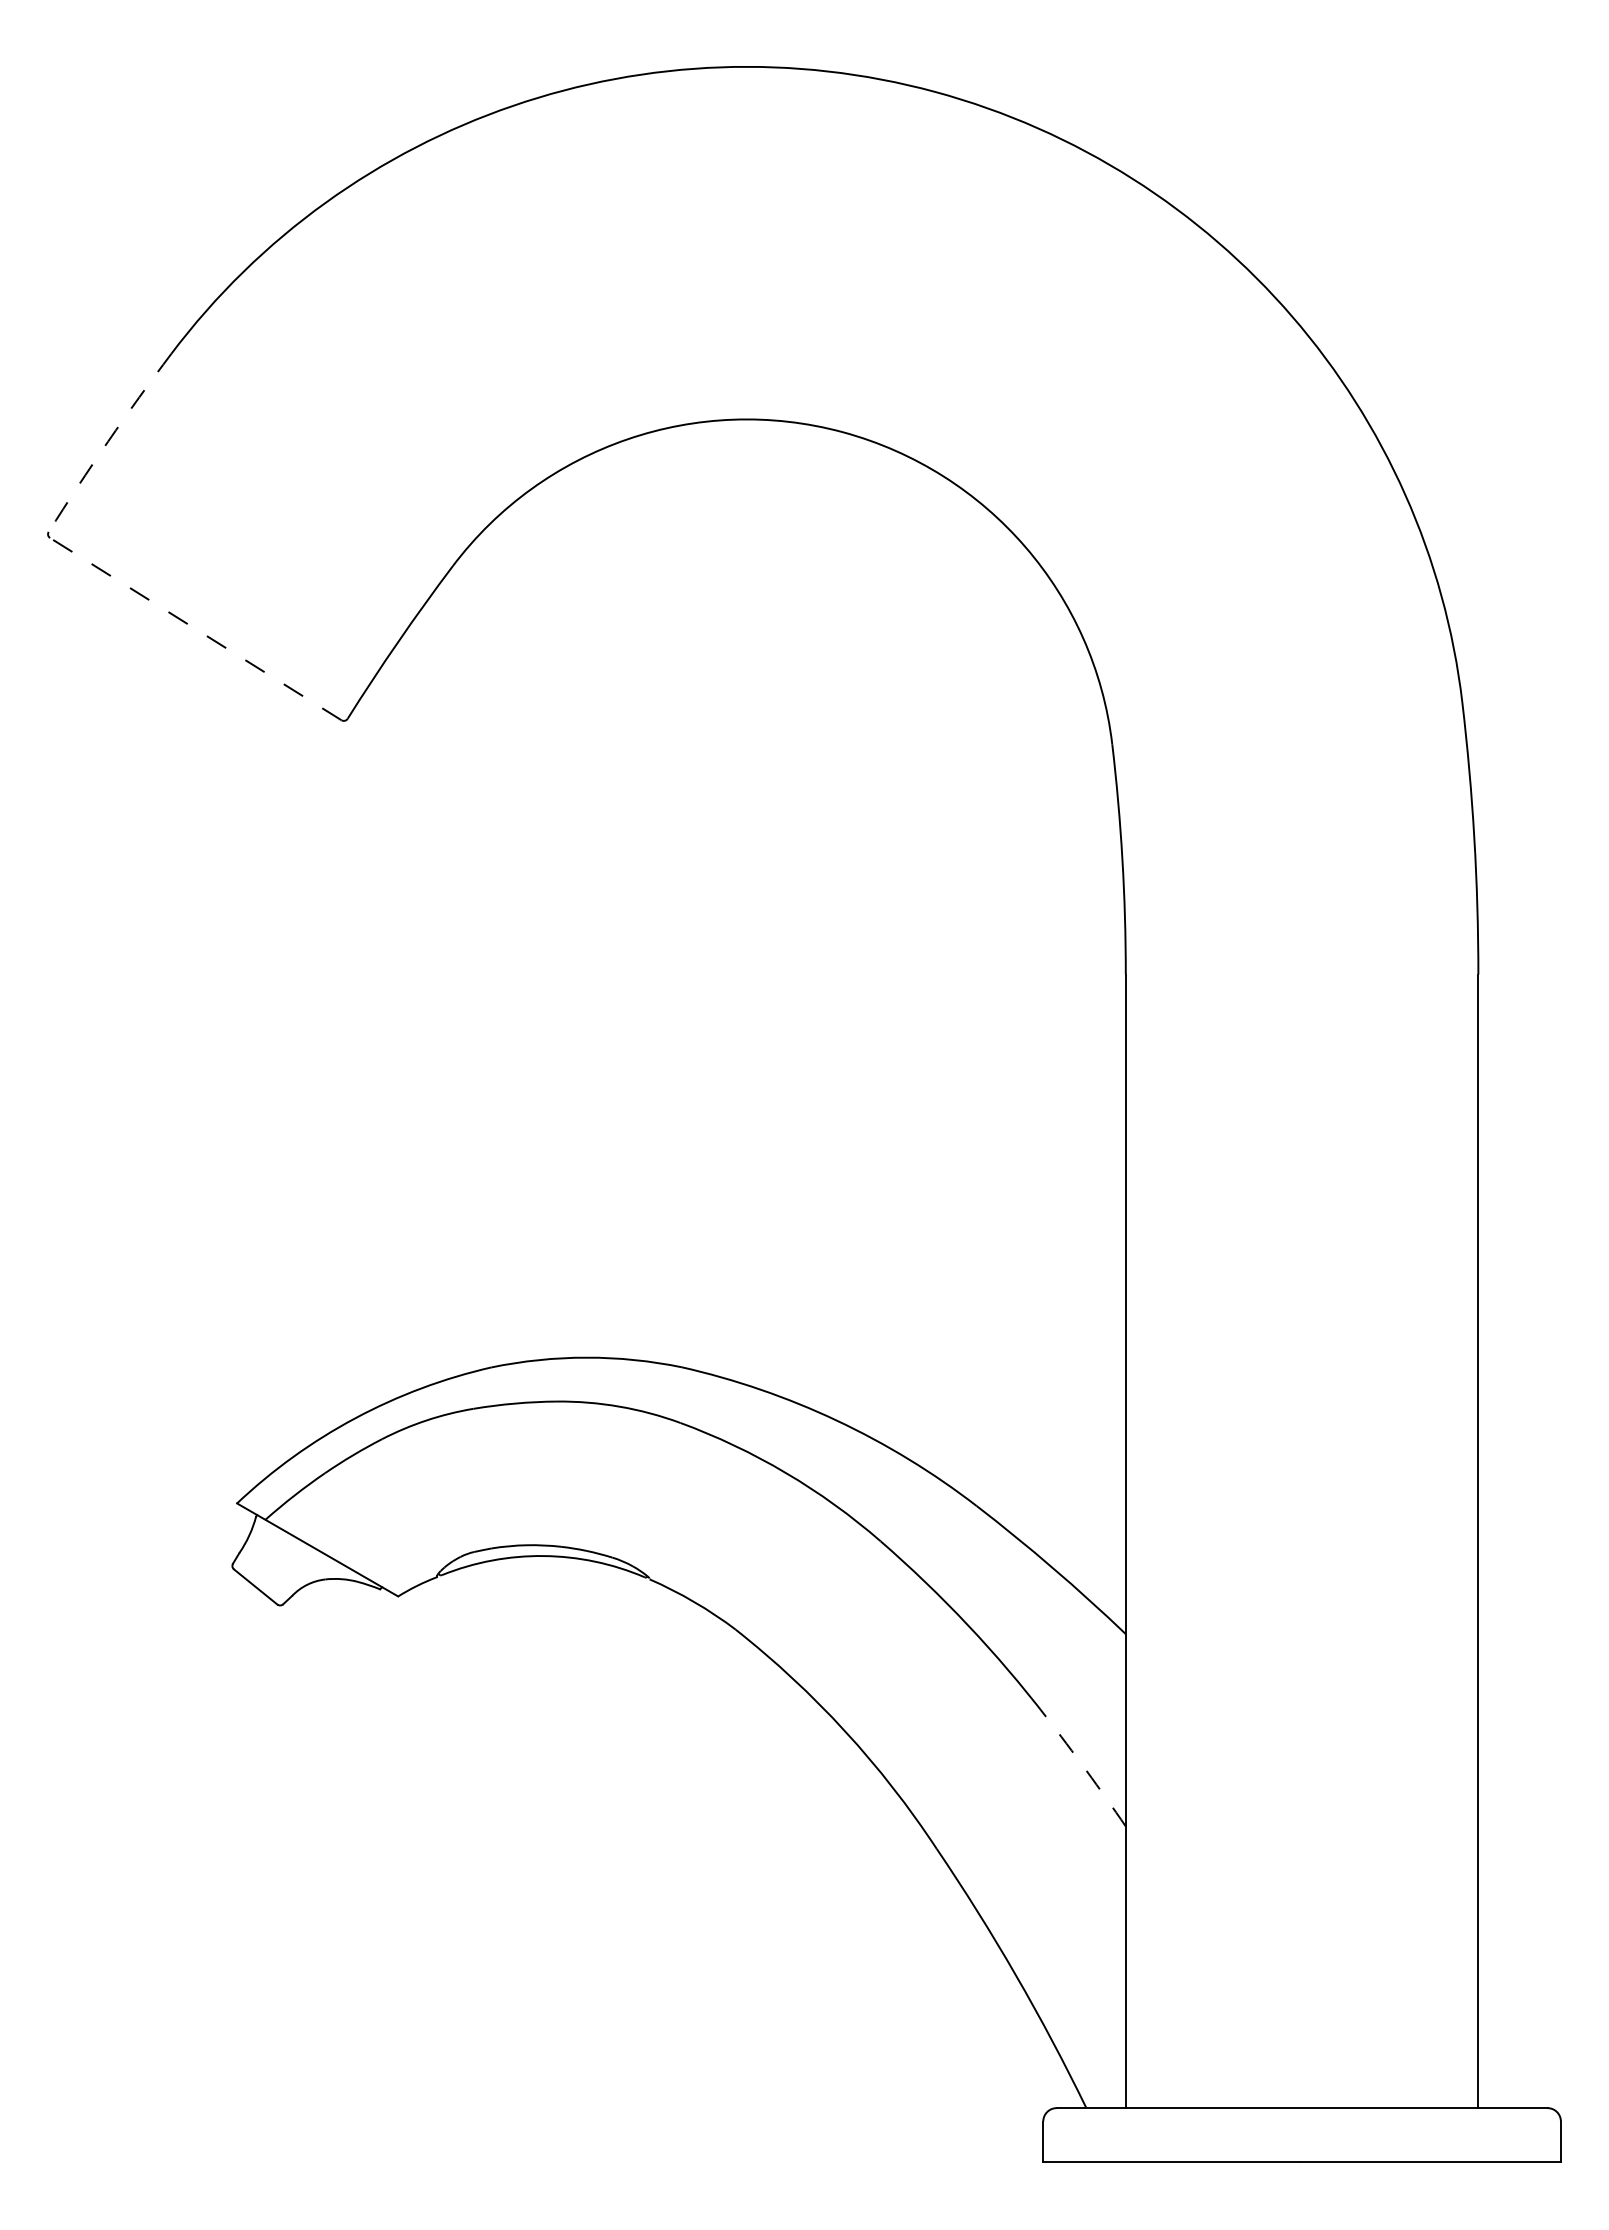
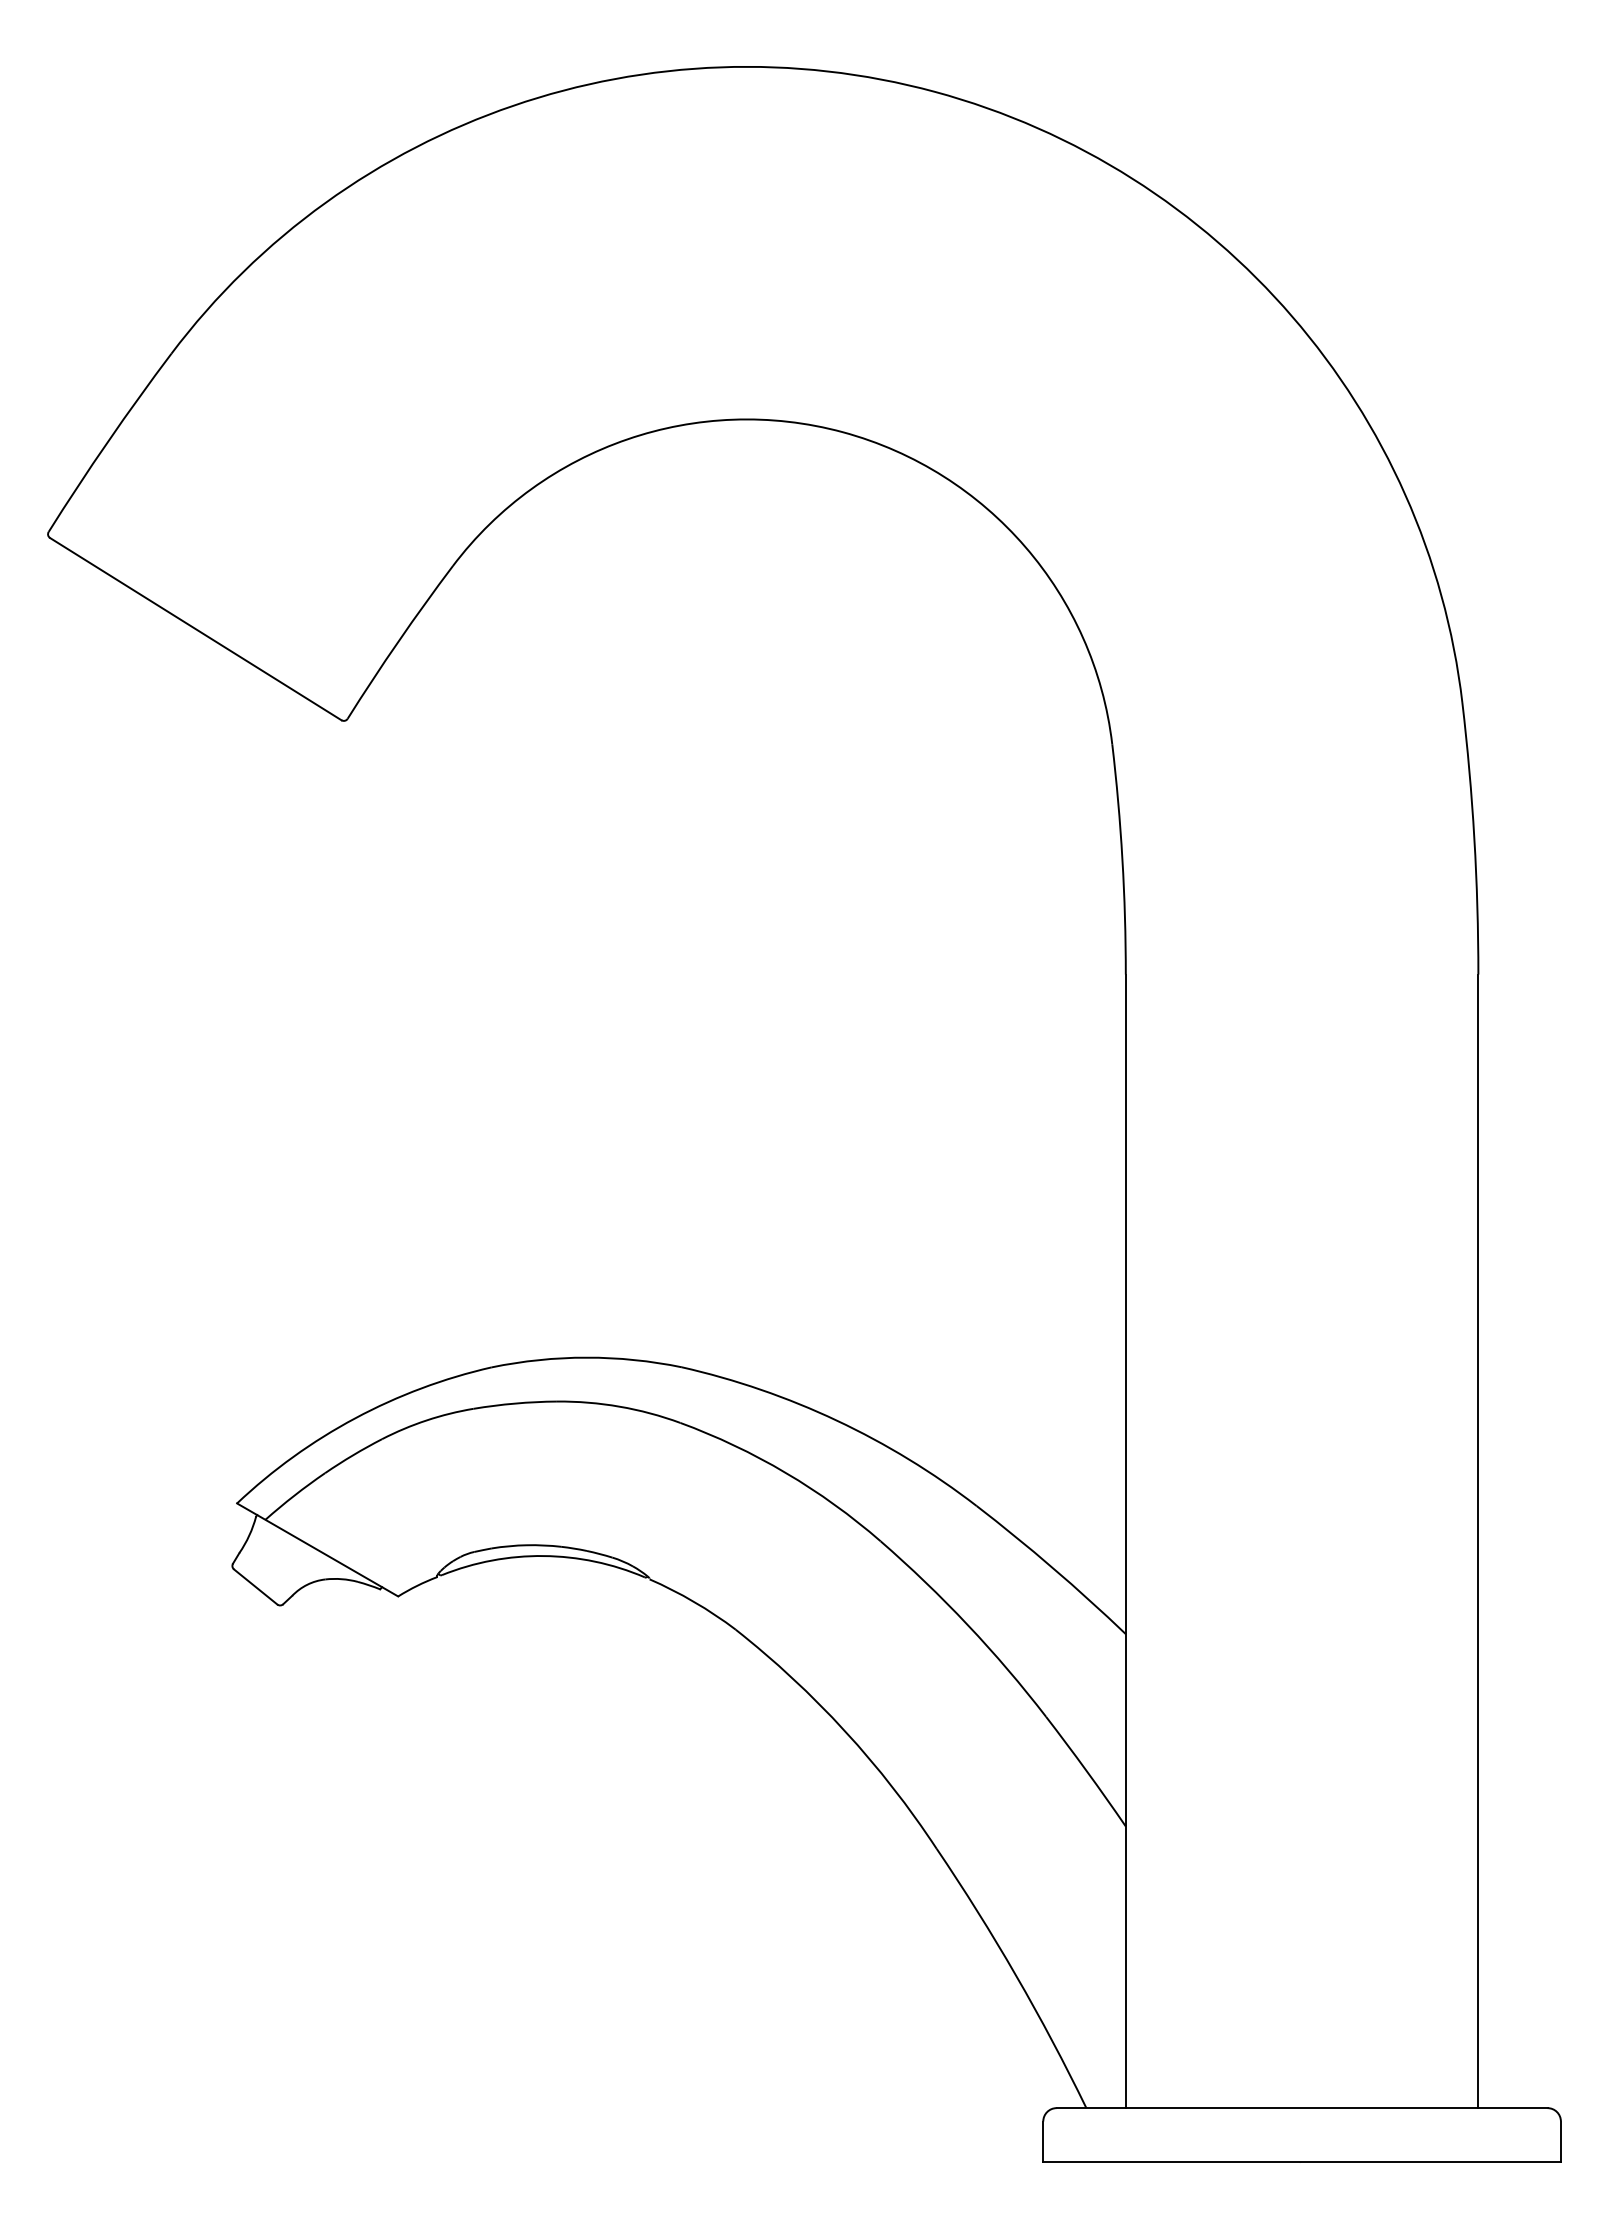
arc at (108, 441): dashed -> solid
line at (195, 629): dashed -> solid
arc at (1086, 1771): dashed -> solid
